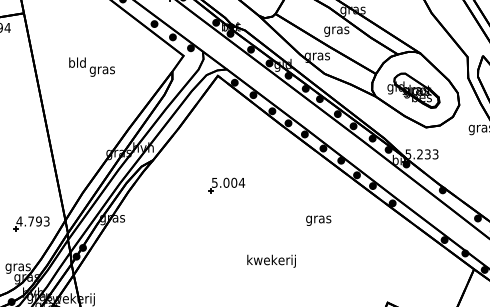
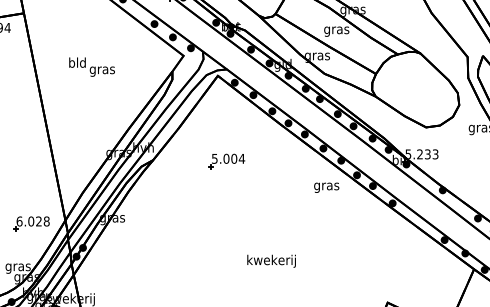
part at (413, 90): present -> none
part at (226, 185) position: (226, 185) -> (226, 161)
text at (318, 220) position: (318, 220) -> (326, 187)
text at (32, 221): 4.793 -> 6.028
